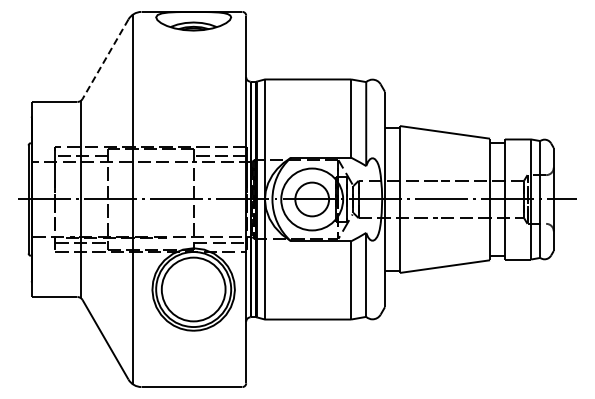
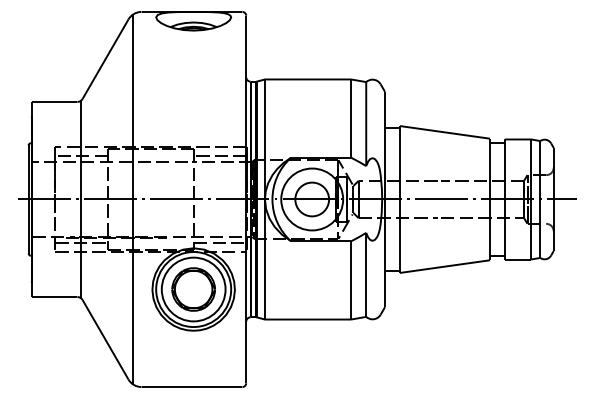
line at (105, 59): dashed -> solid
part at (193, 289): none -> present
